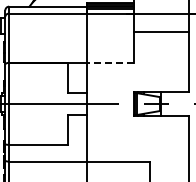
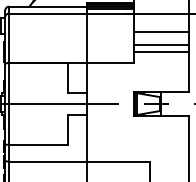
line at (160, 44): none -> present
line at (160, 52): none -> present
line at (110, 62): dashed -> solid
